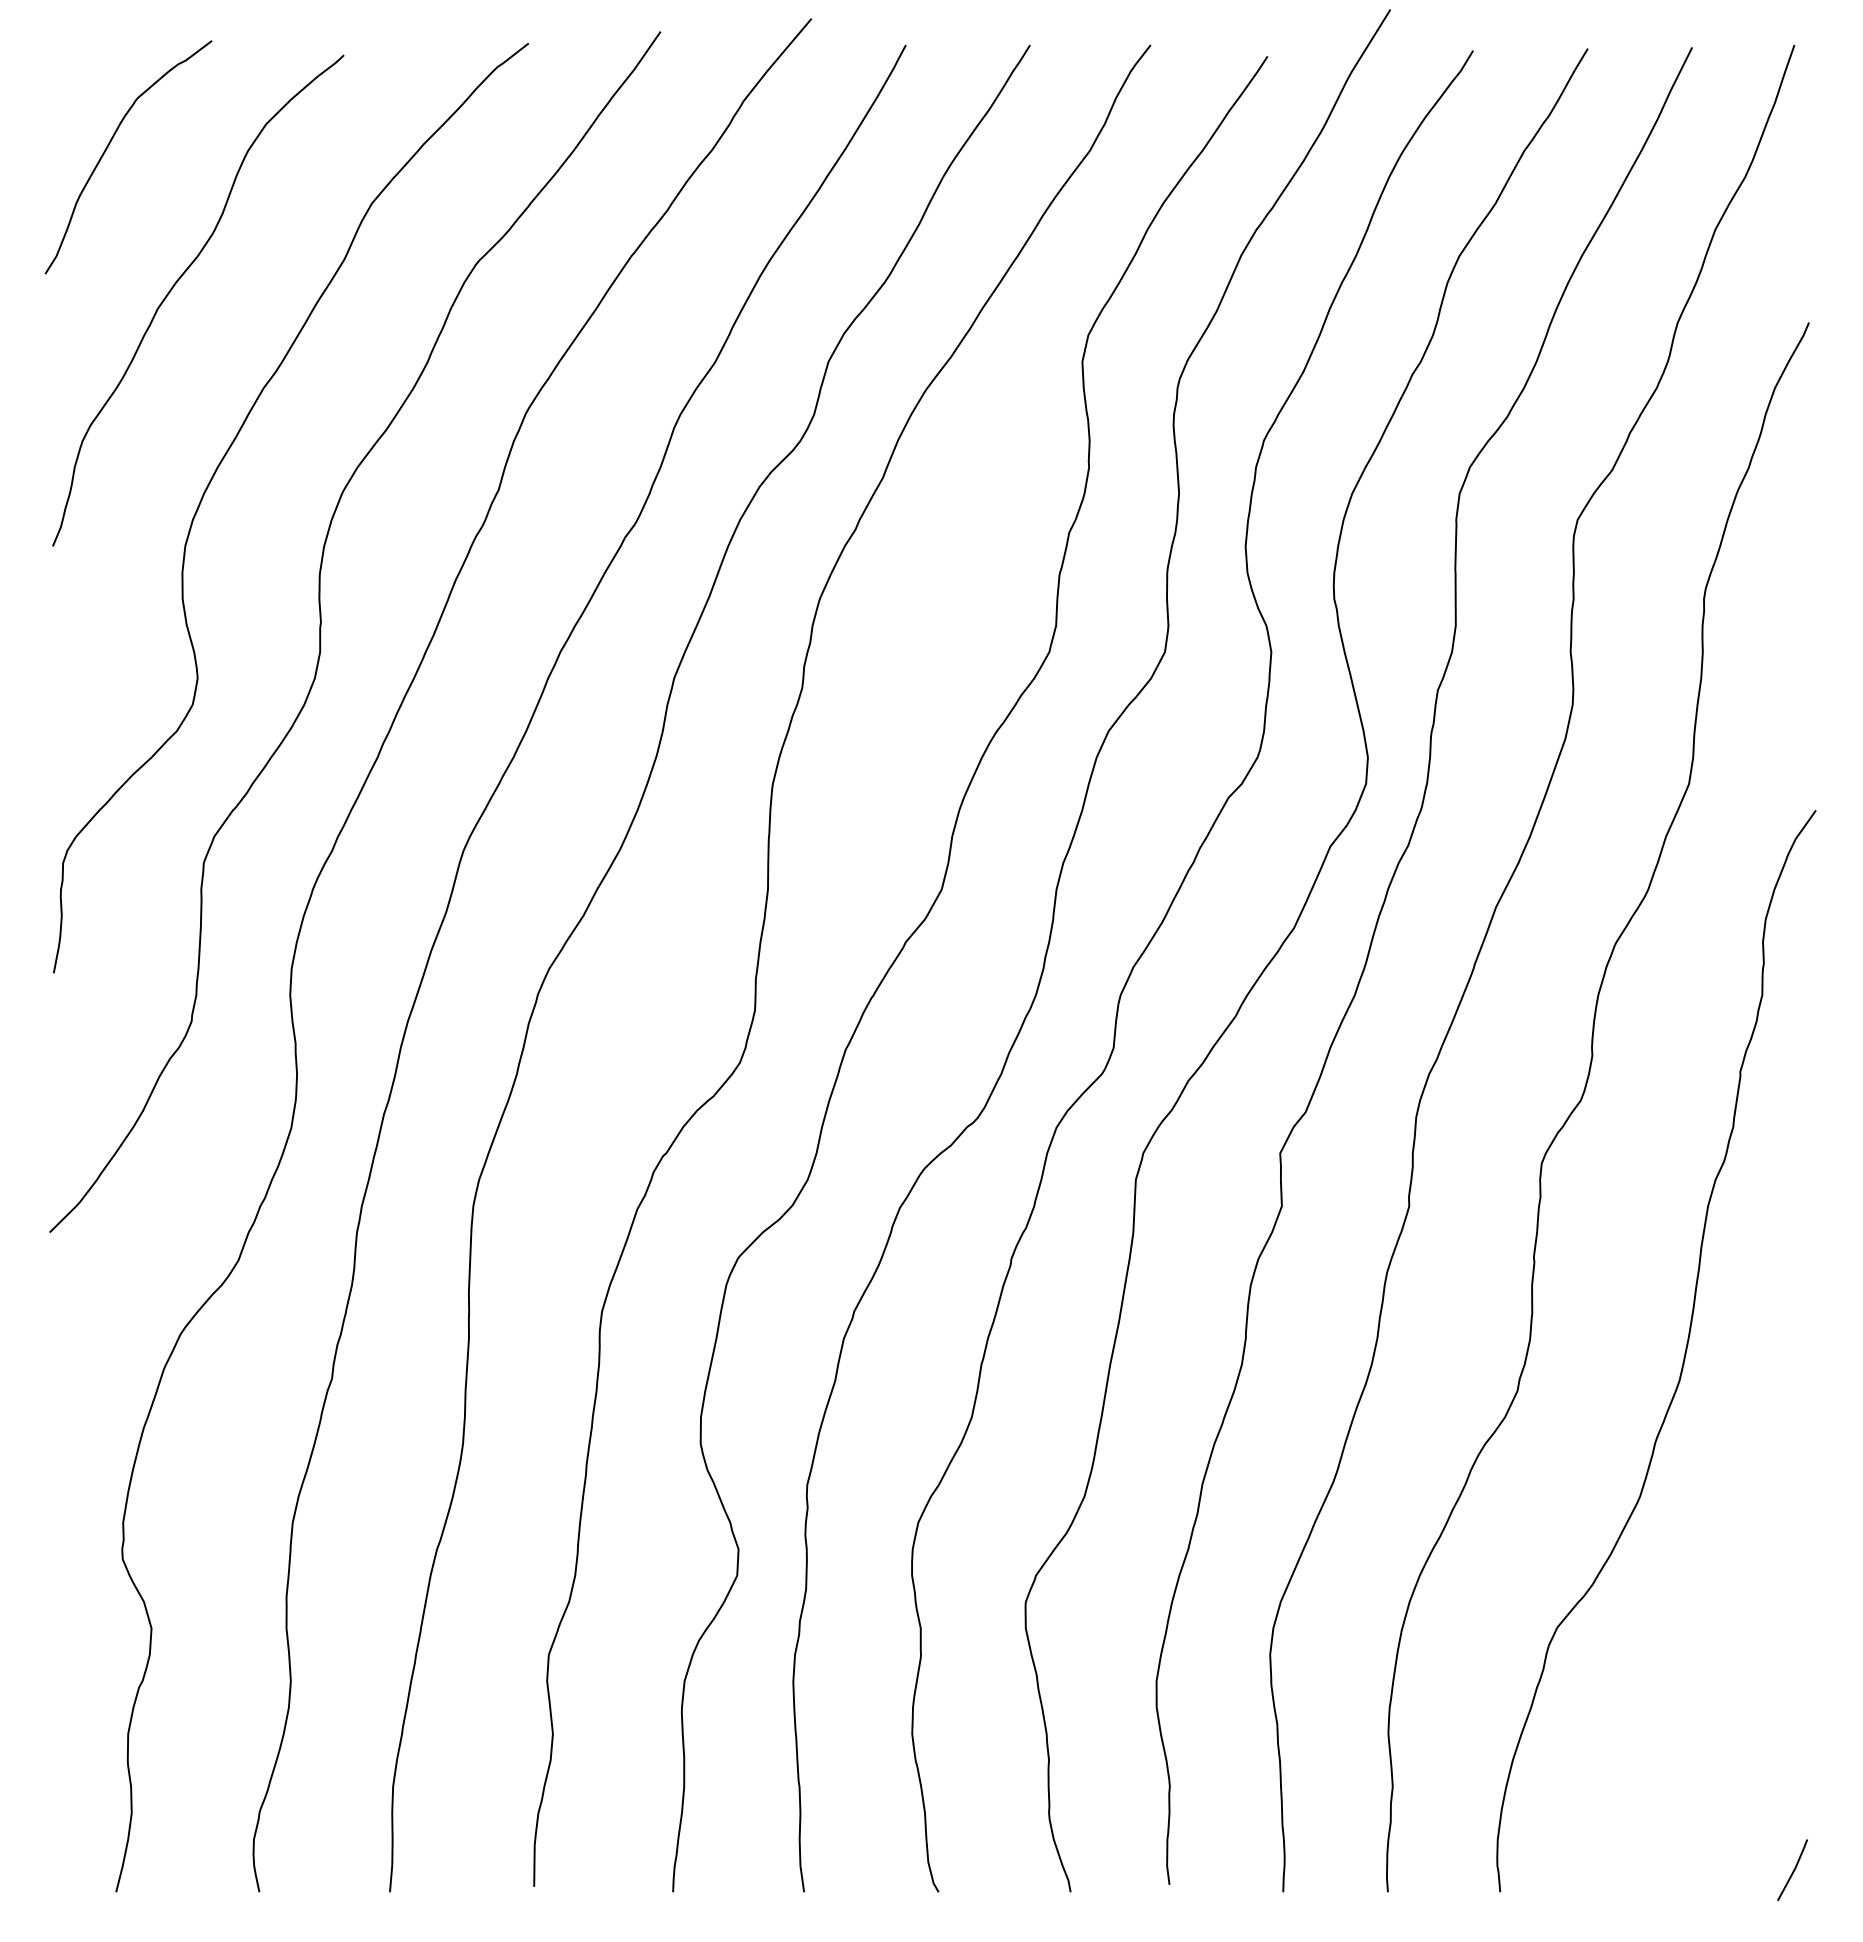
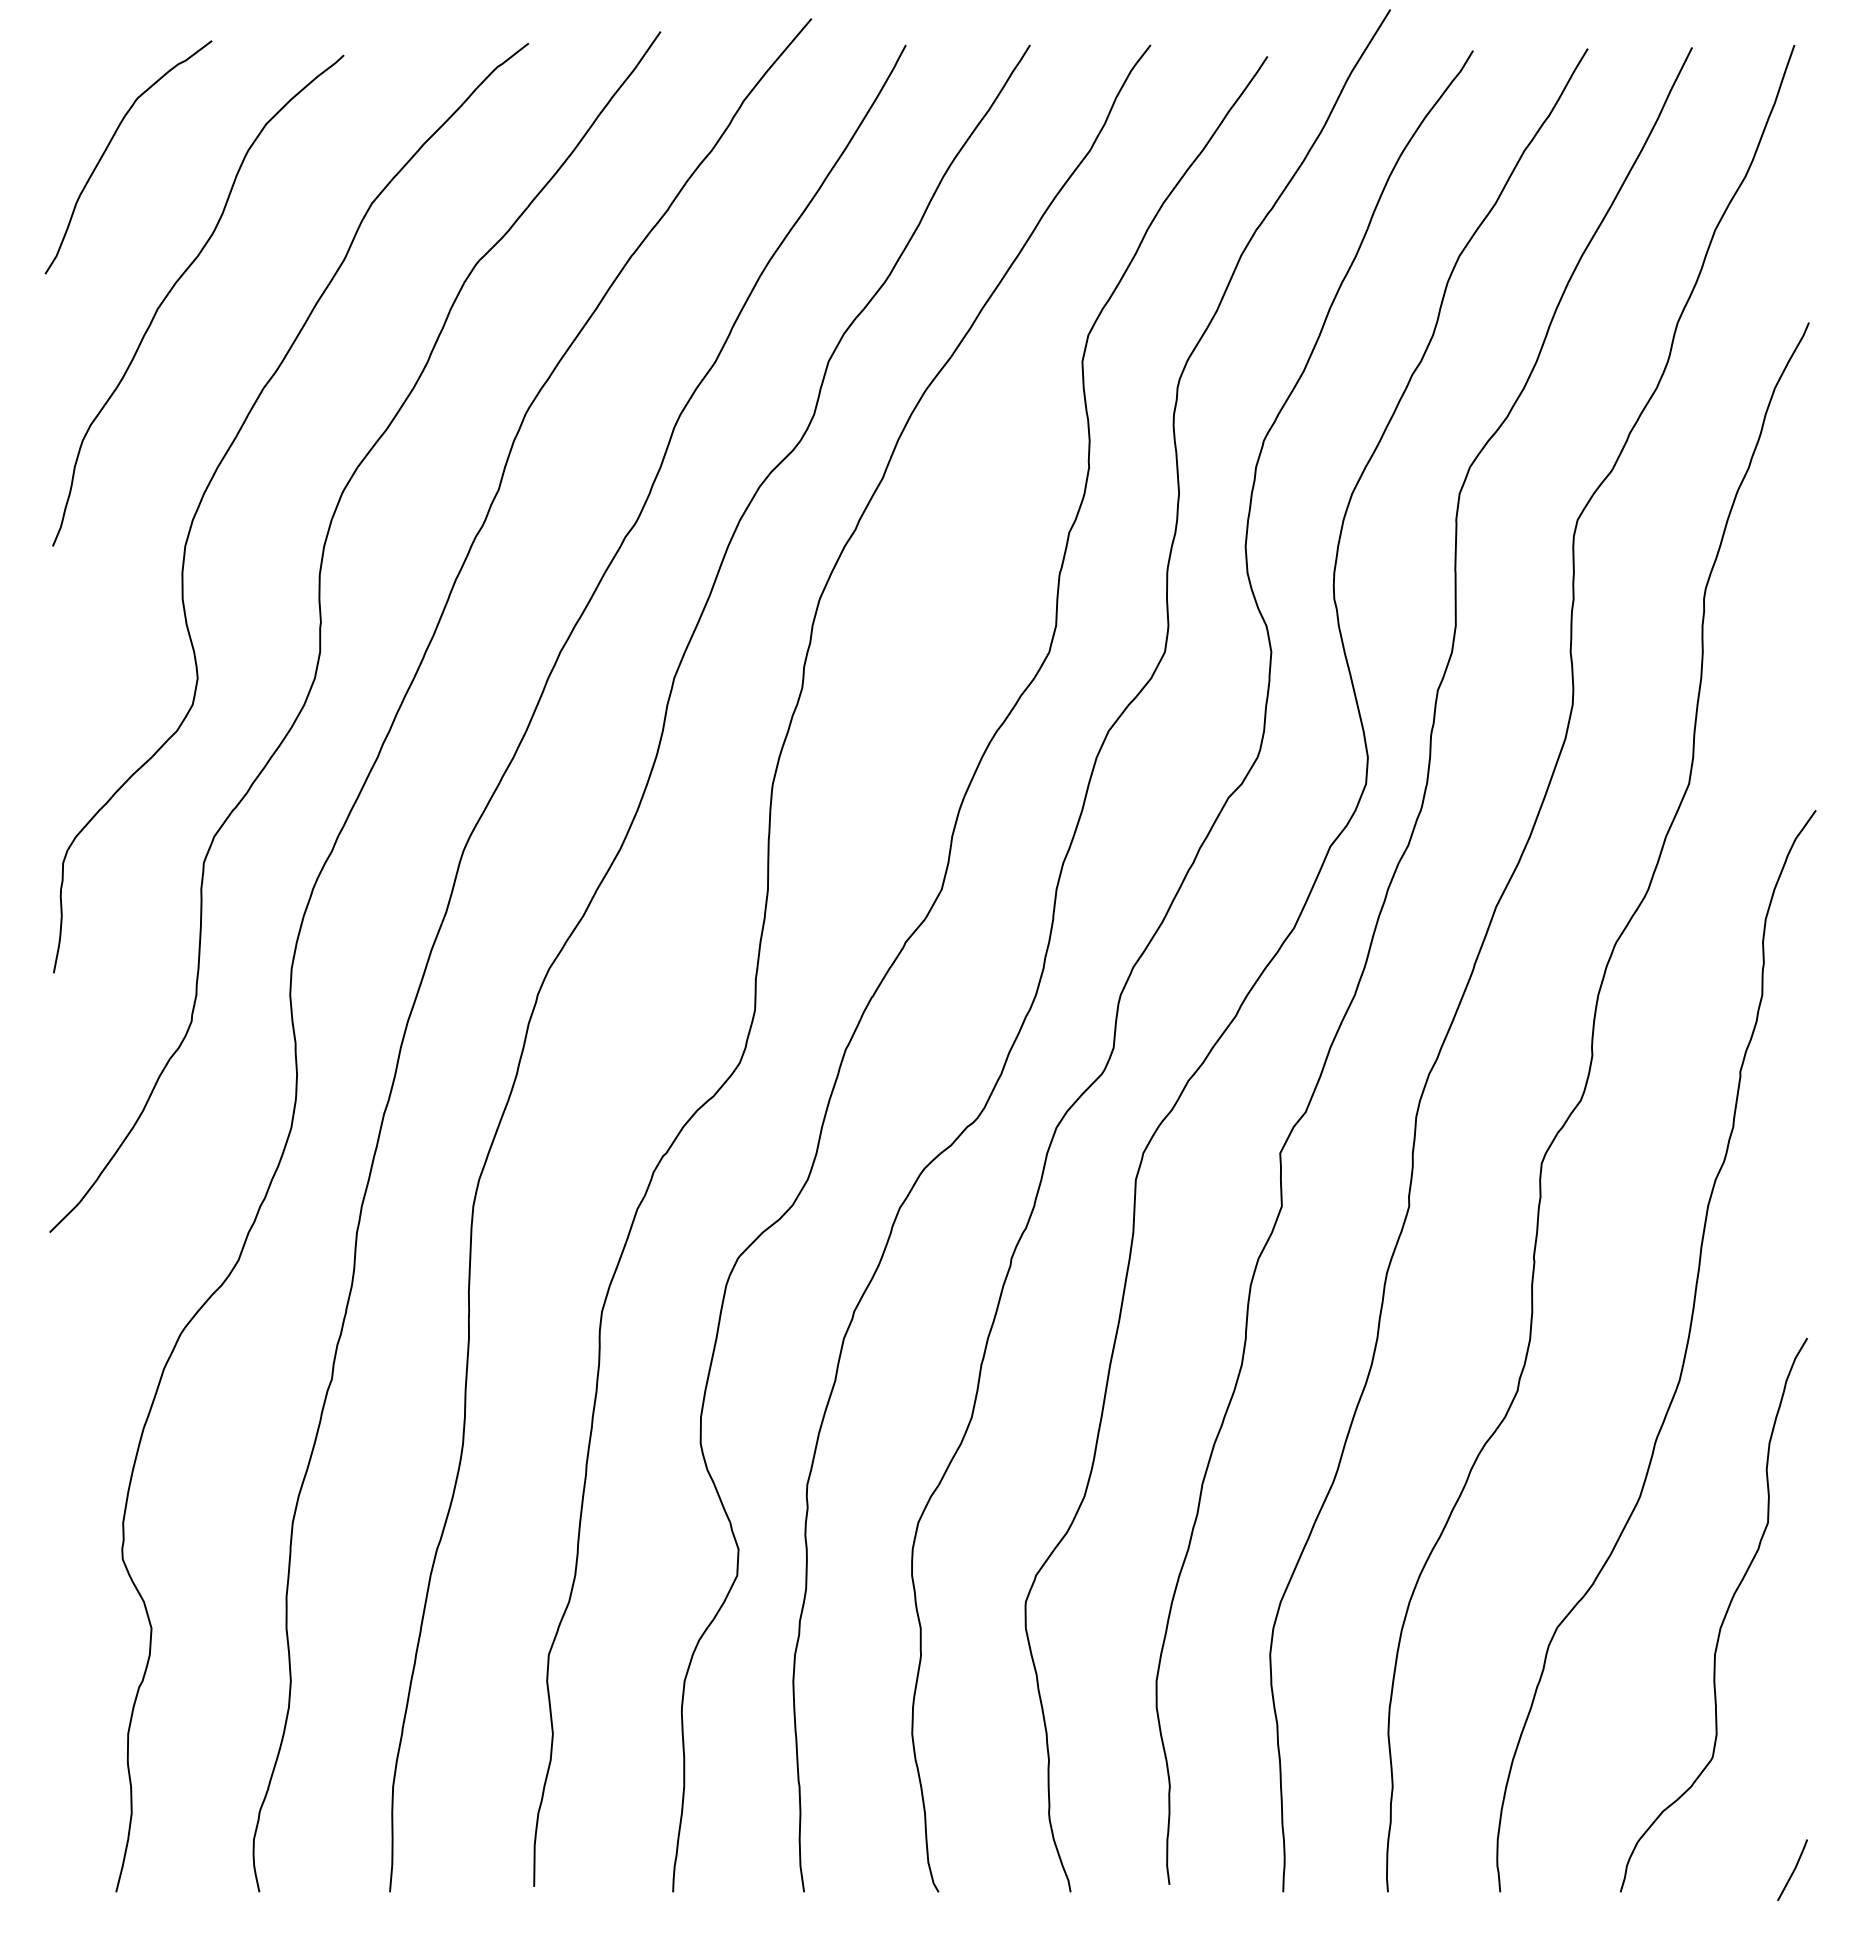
curve at (1723, 1617): none -> present
